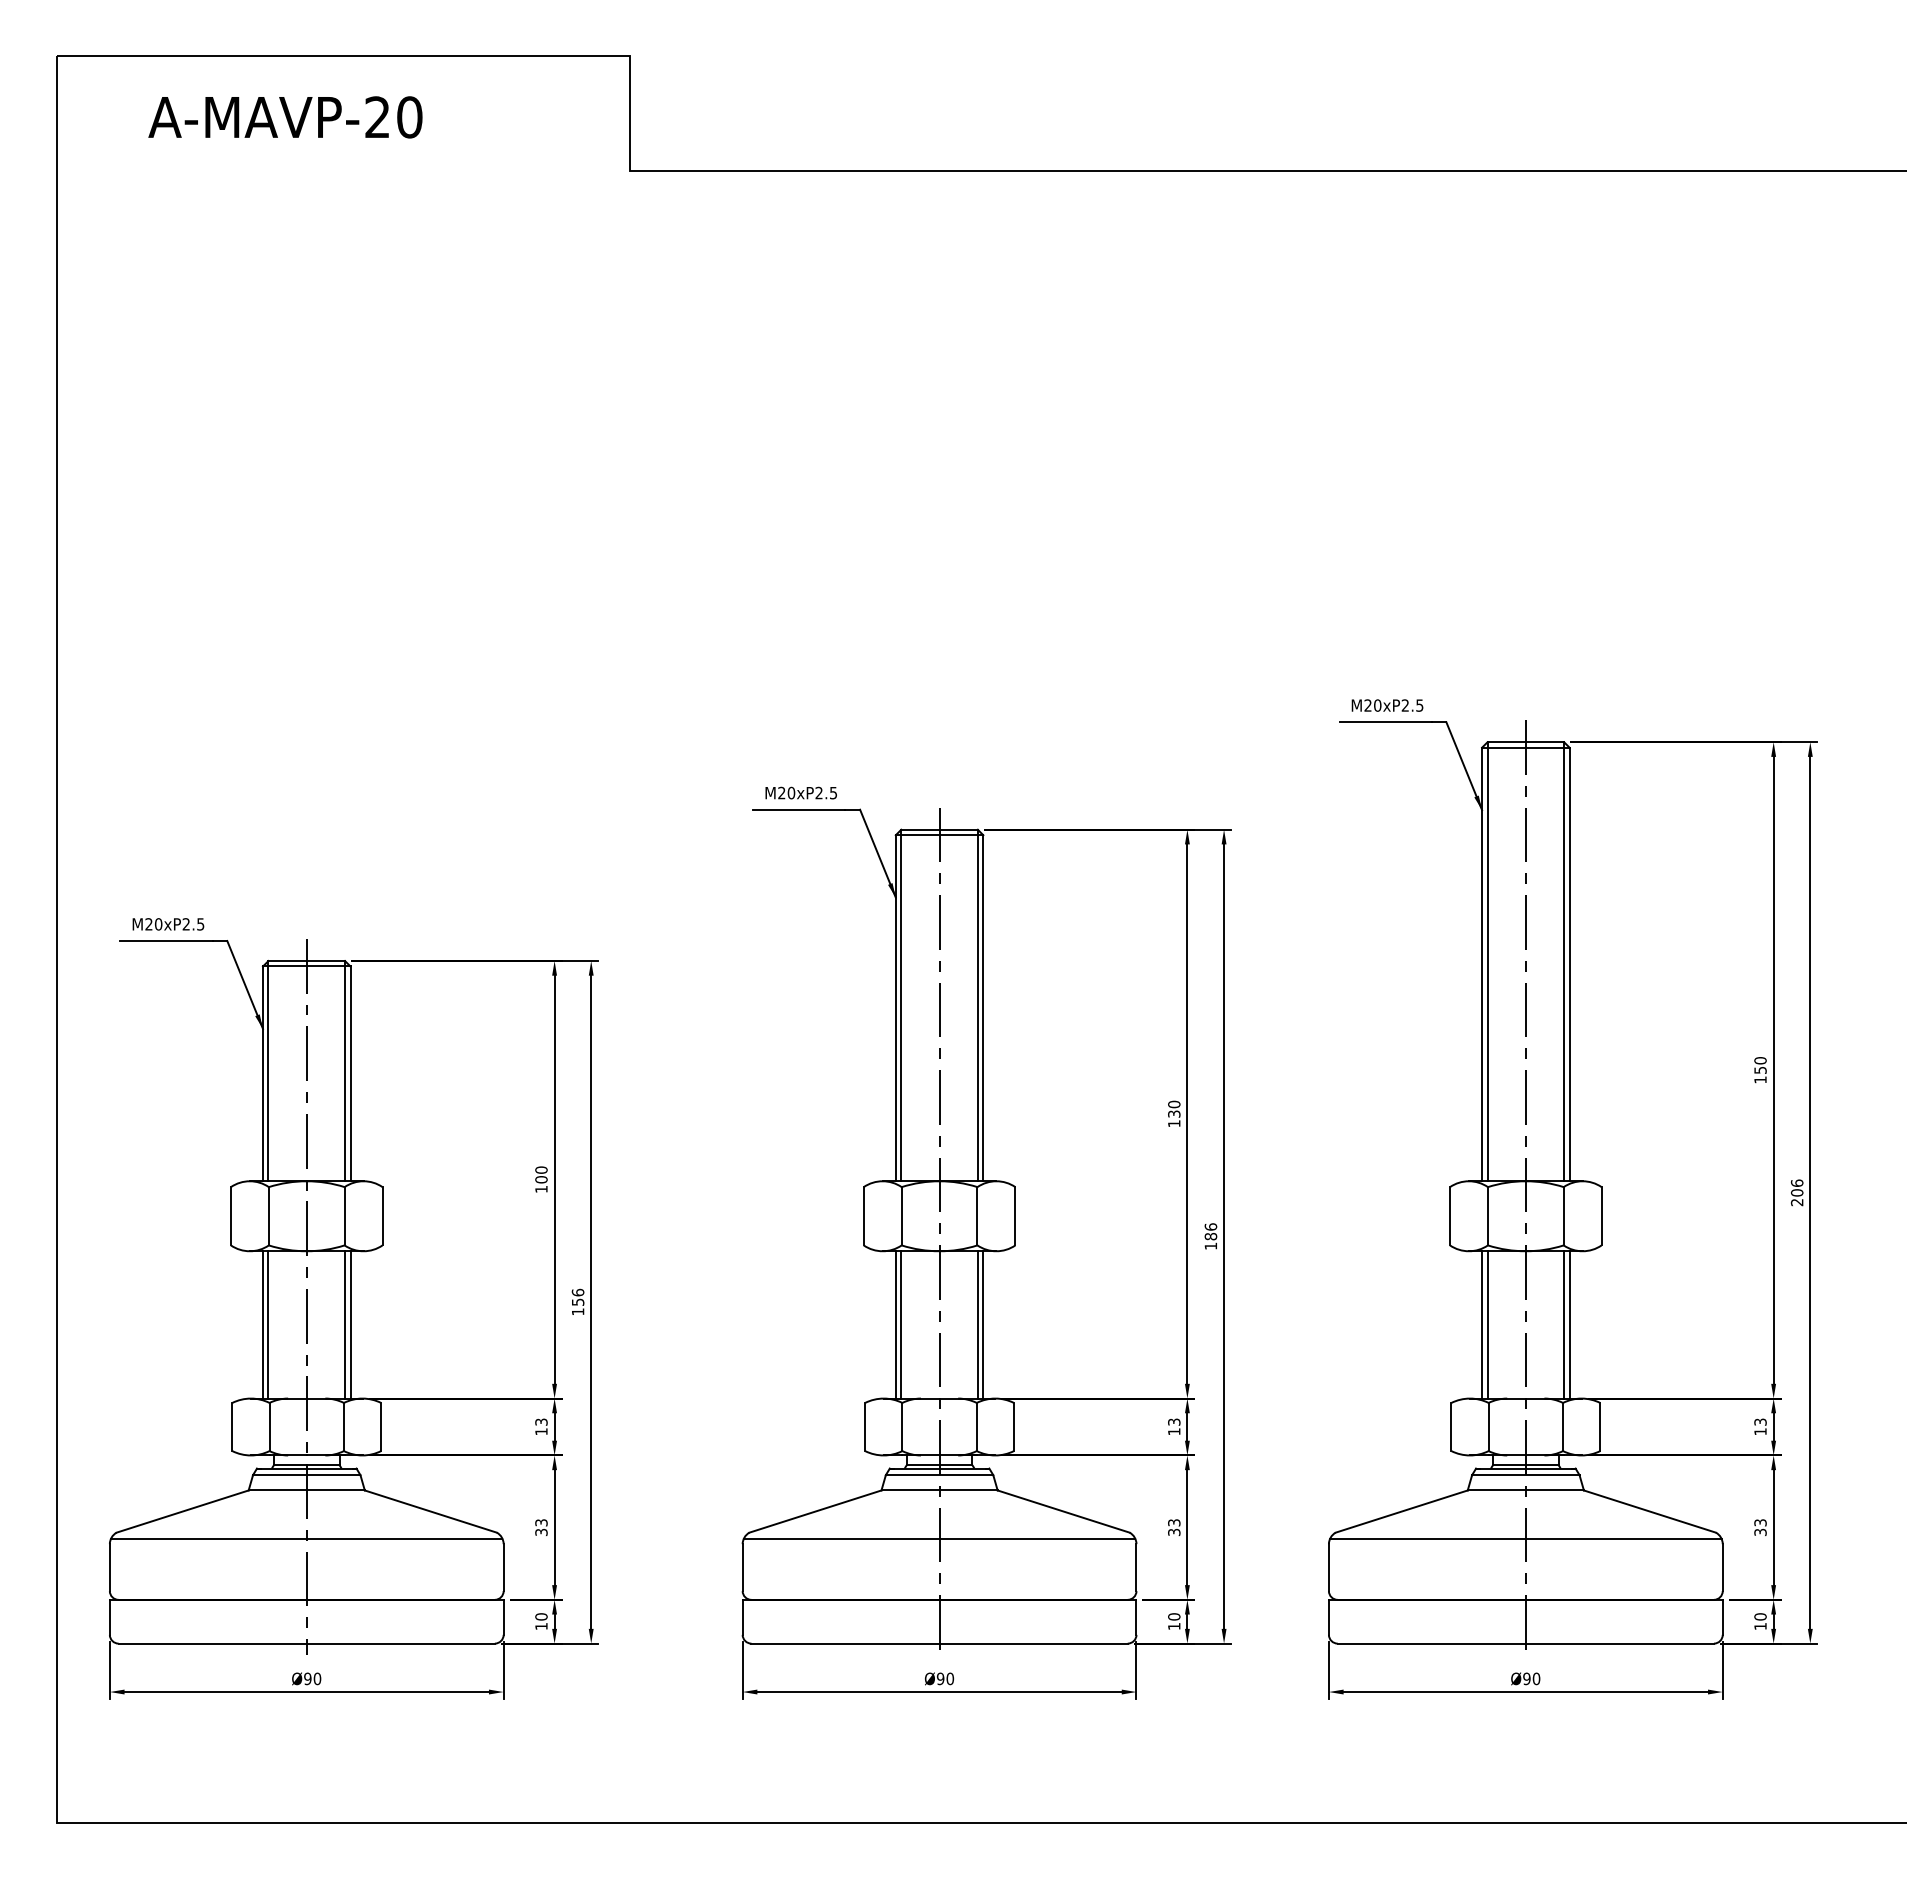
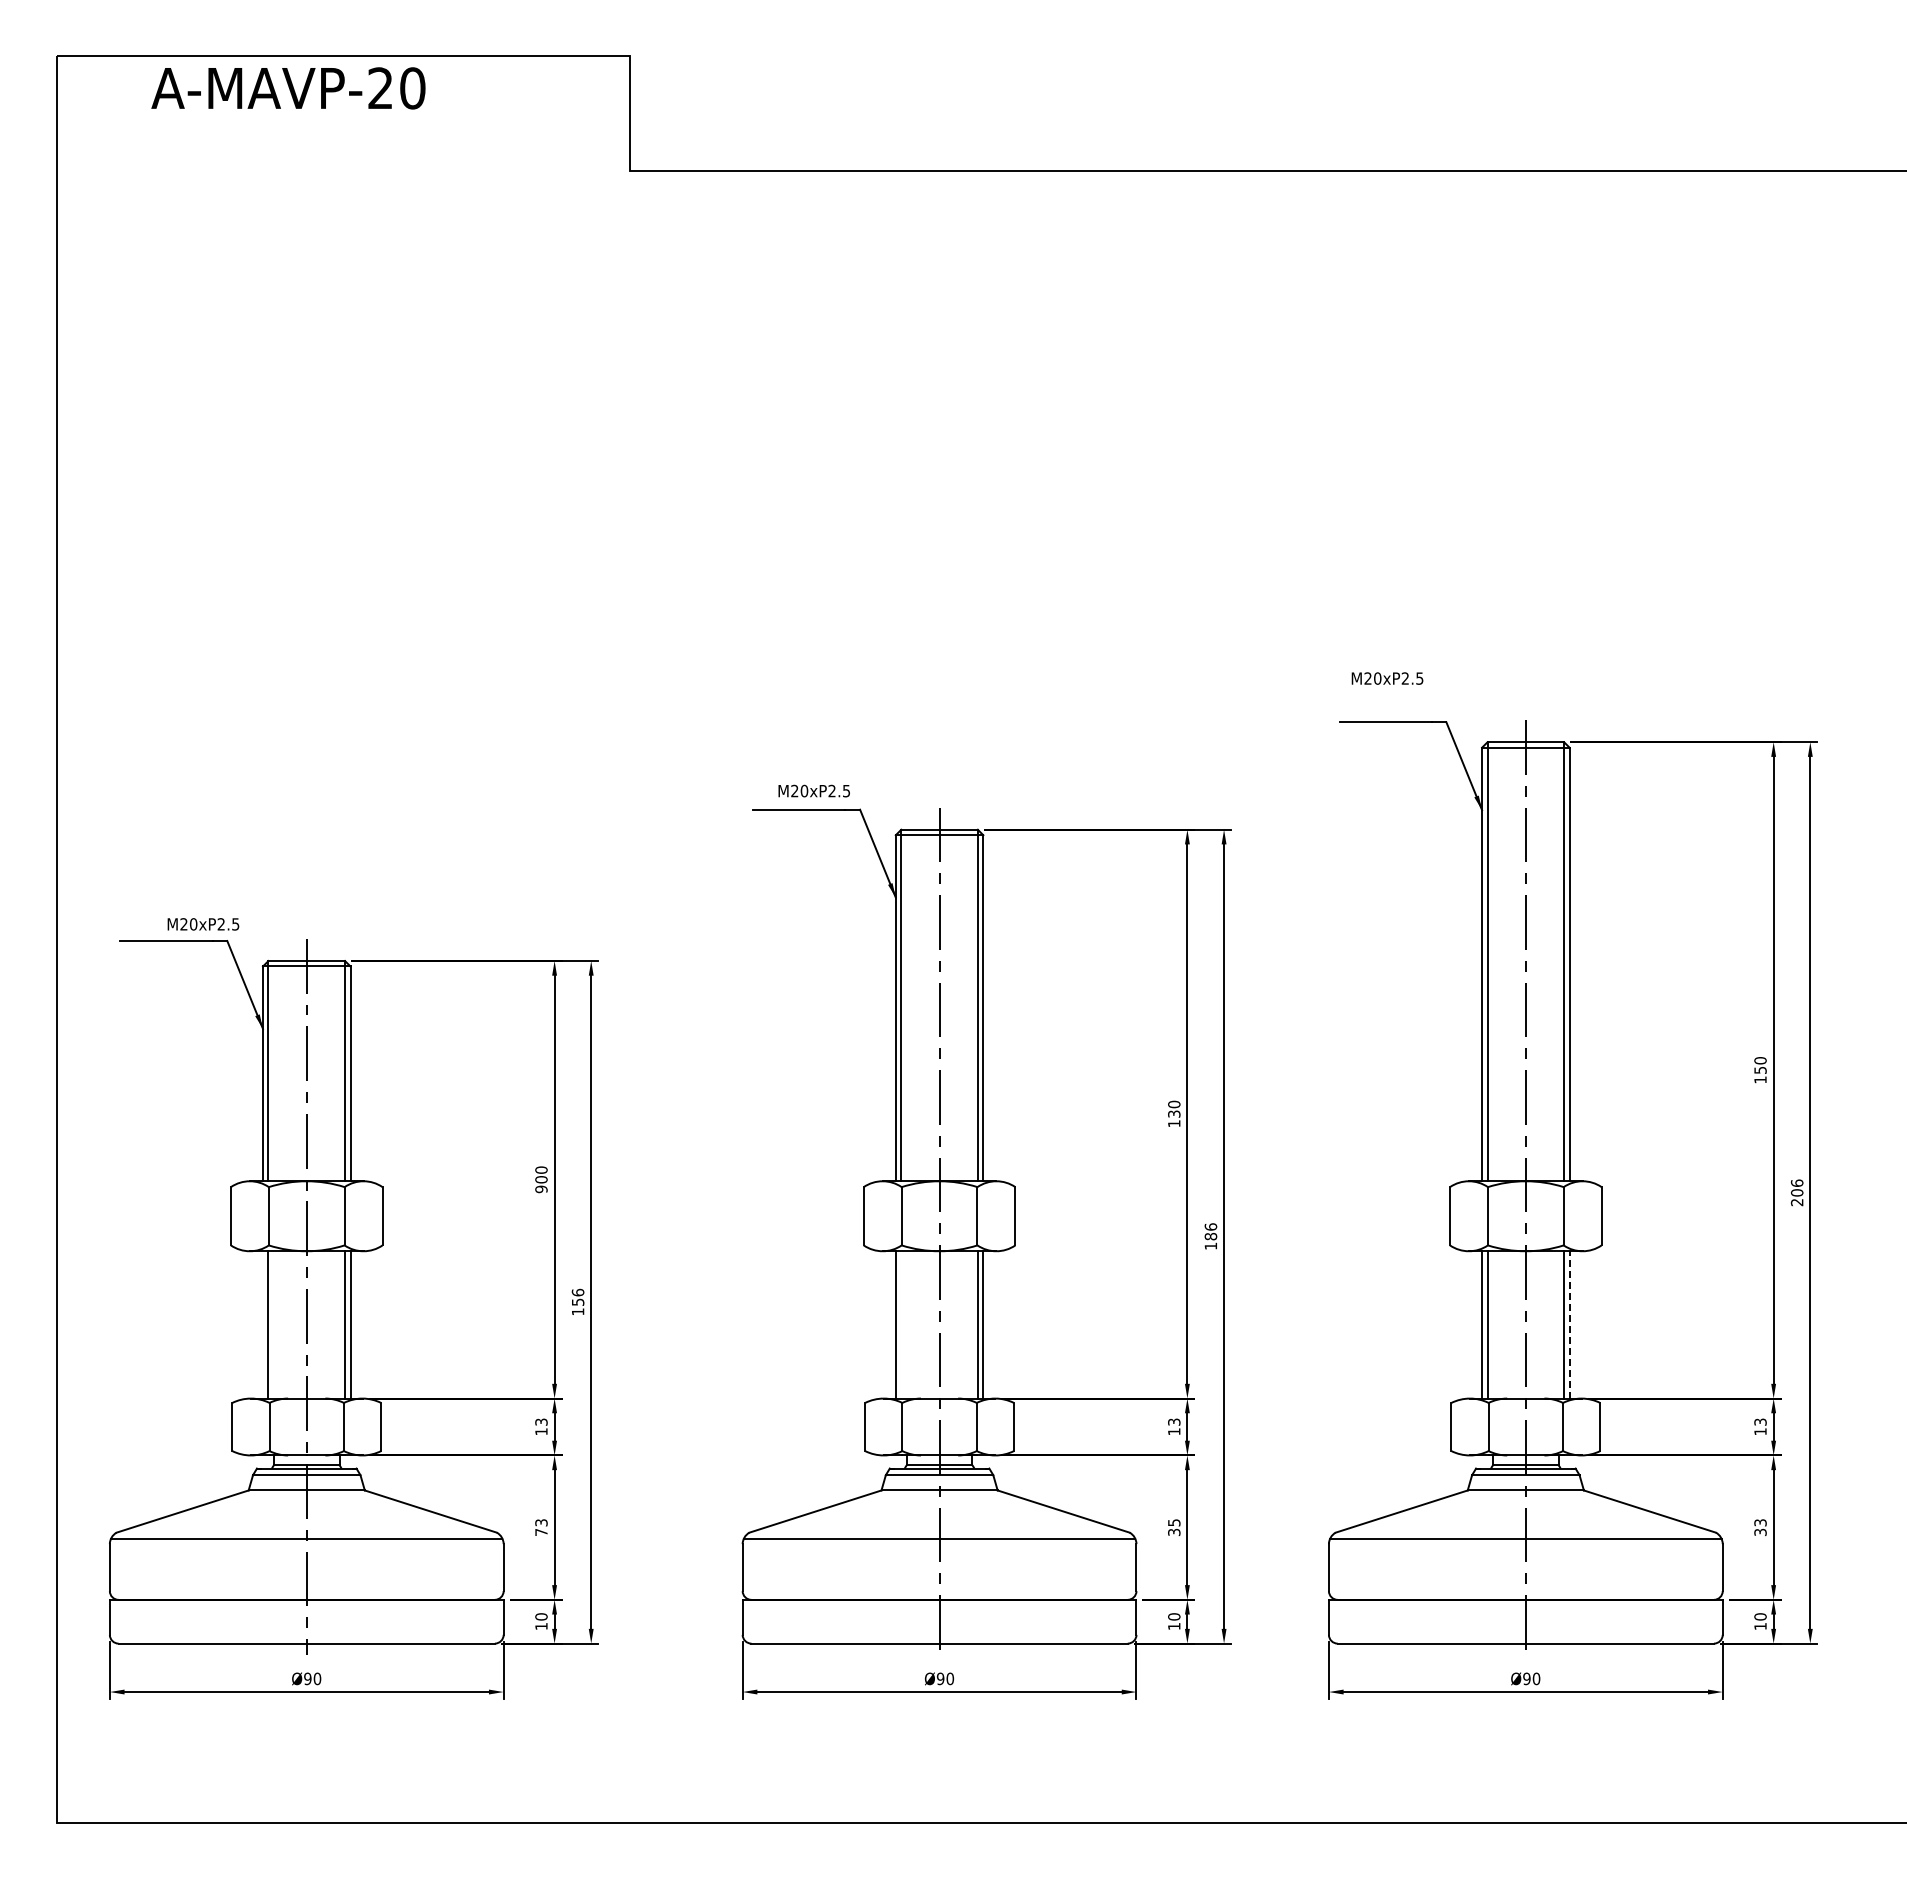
text at (285, 117) position: (285, 117) -> (288, 88)
text at (1387, 705) position: (1387, 705) -> (1387, 678)
text at (800, 792) position: (800, 792) -> (813, 790)
text at (168, 924) position: (168, 924) -> (203, 924)
text at (541, 1189): 100 -> 900
line at (263, 1324): present -> none
line at (901, 1324): present -> none
line at (1569, 1324): solid -> dashed
text at (1173, 1522): 33 -> 35
text at (541, 1532): 33 -> 73
